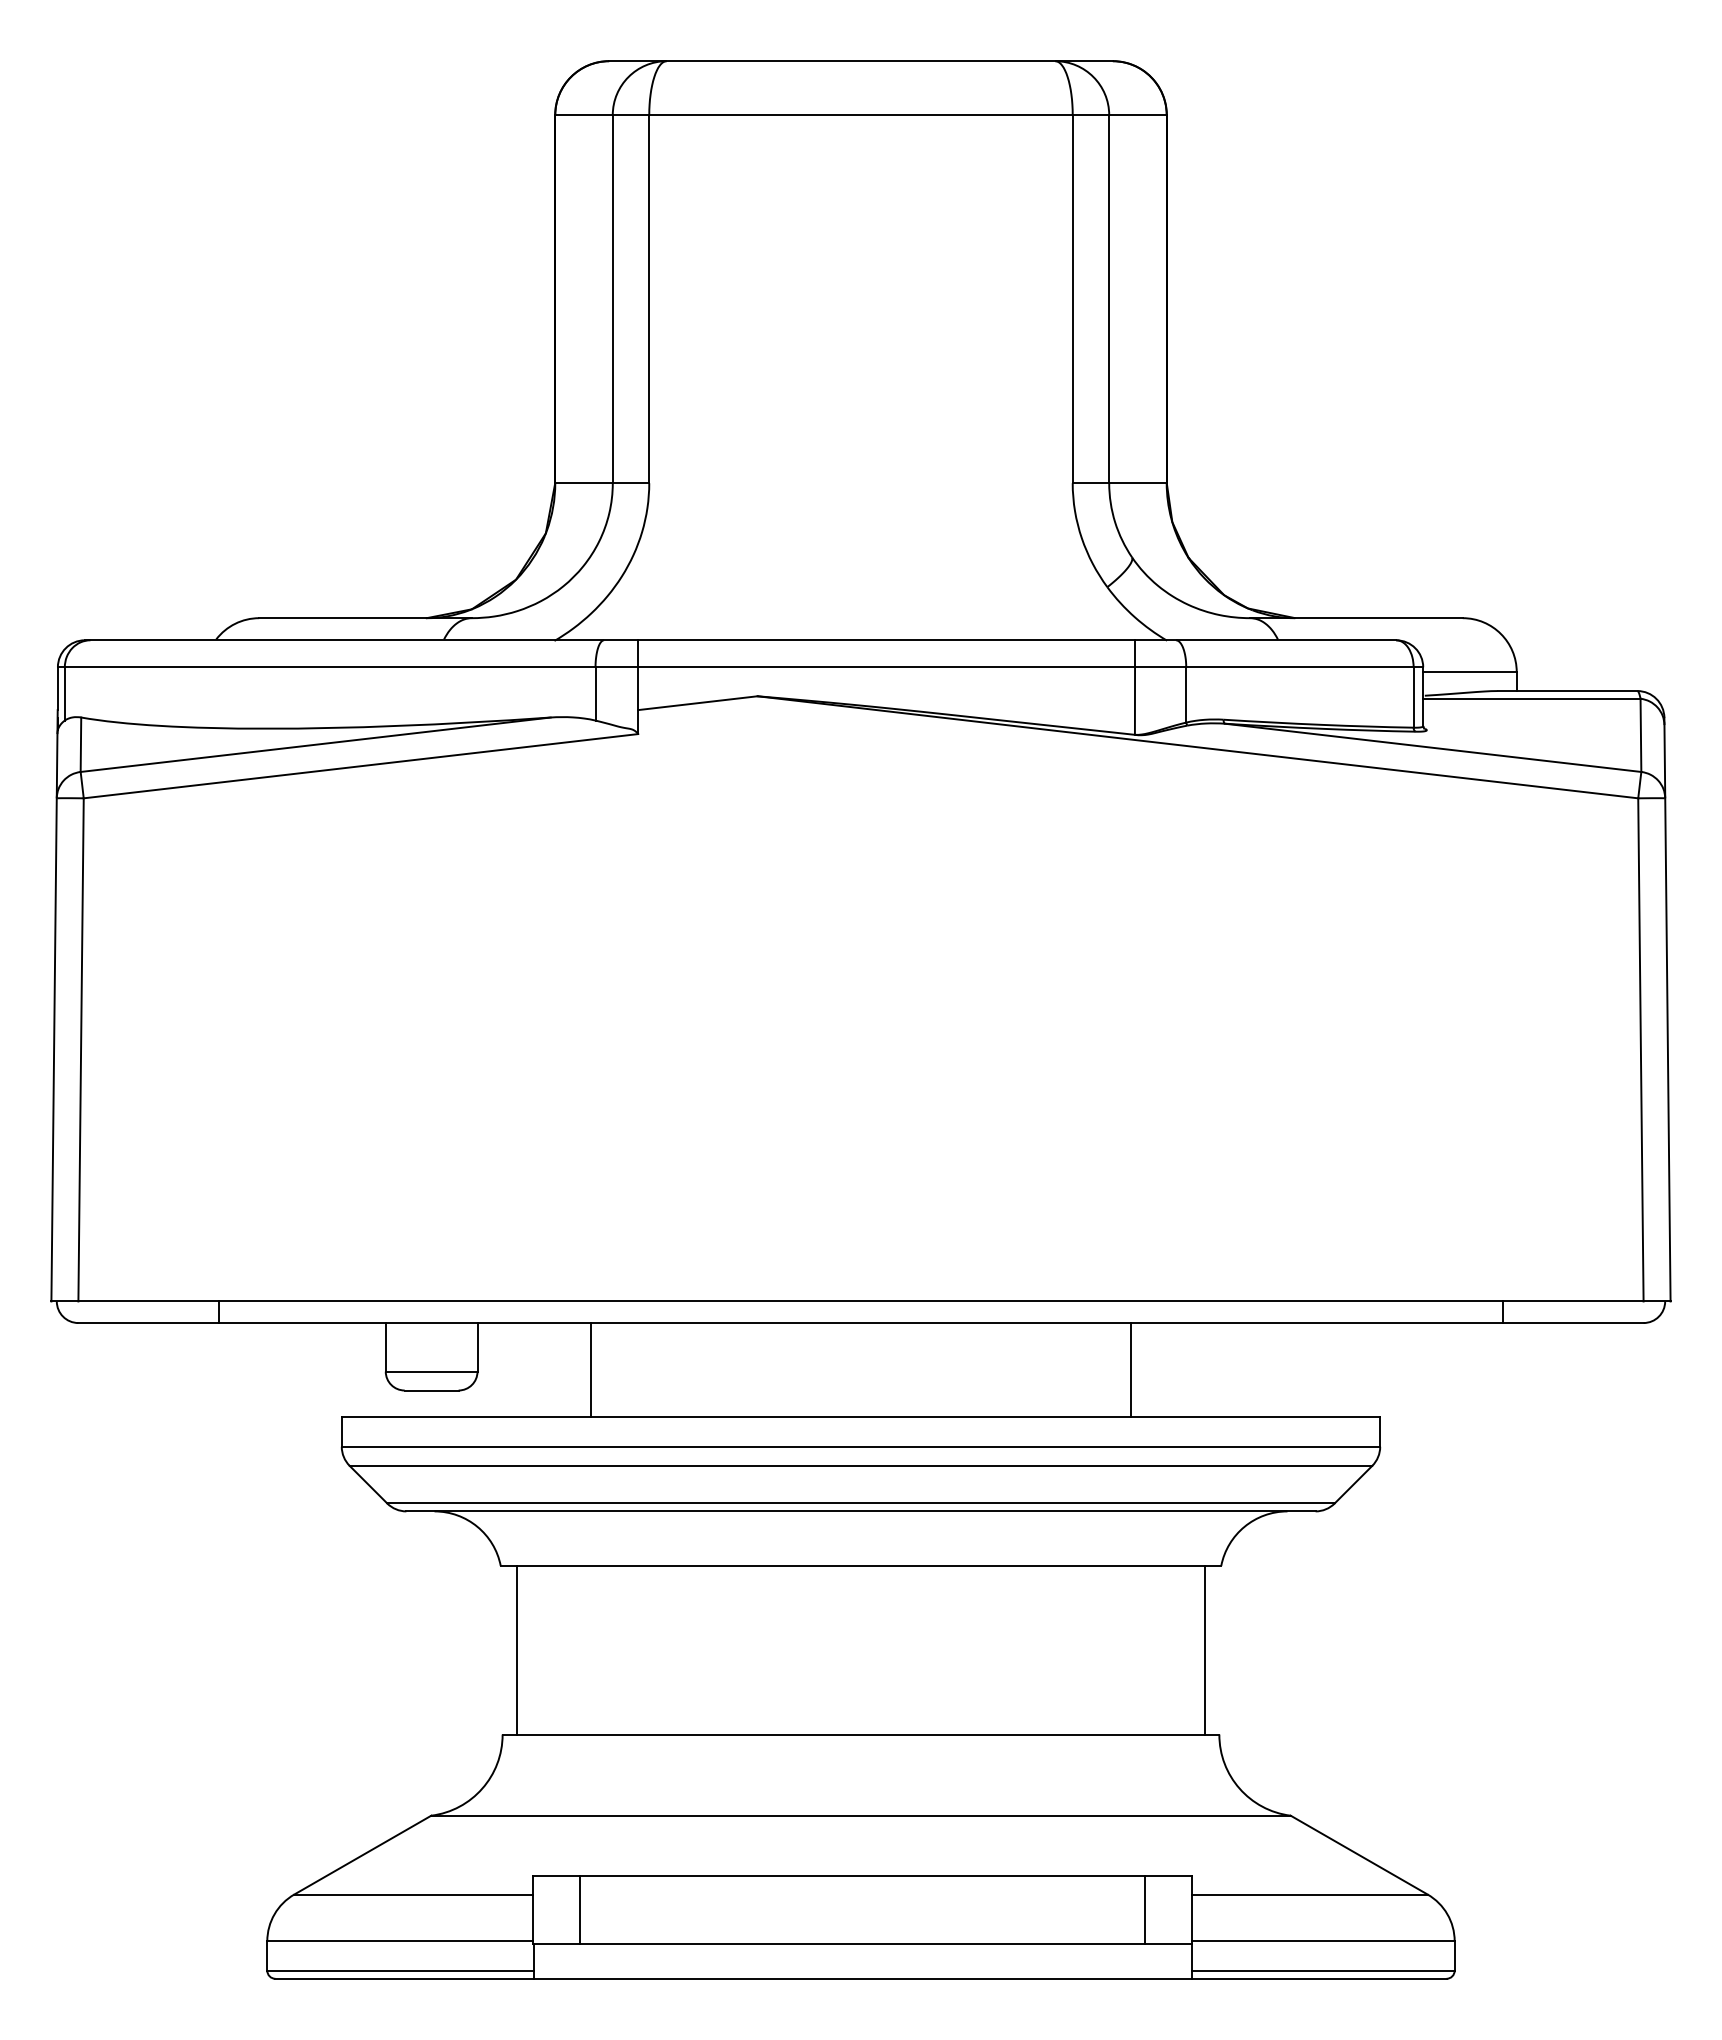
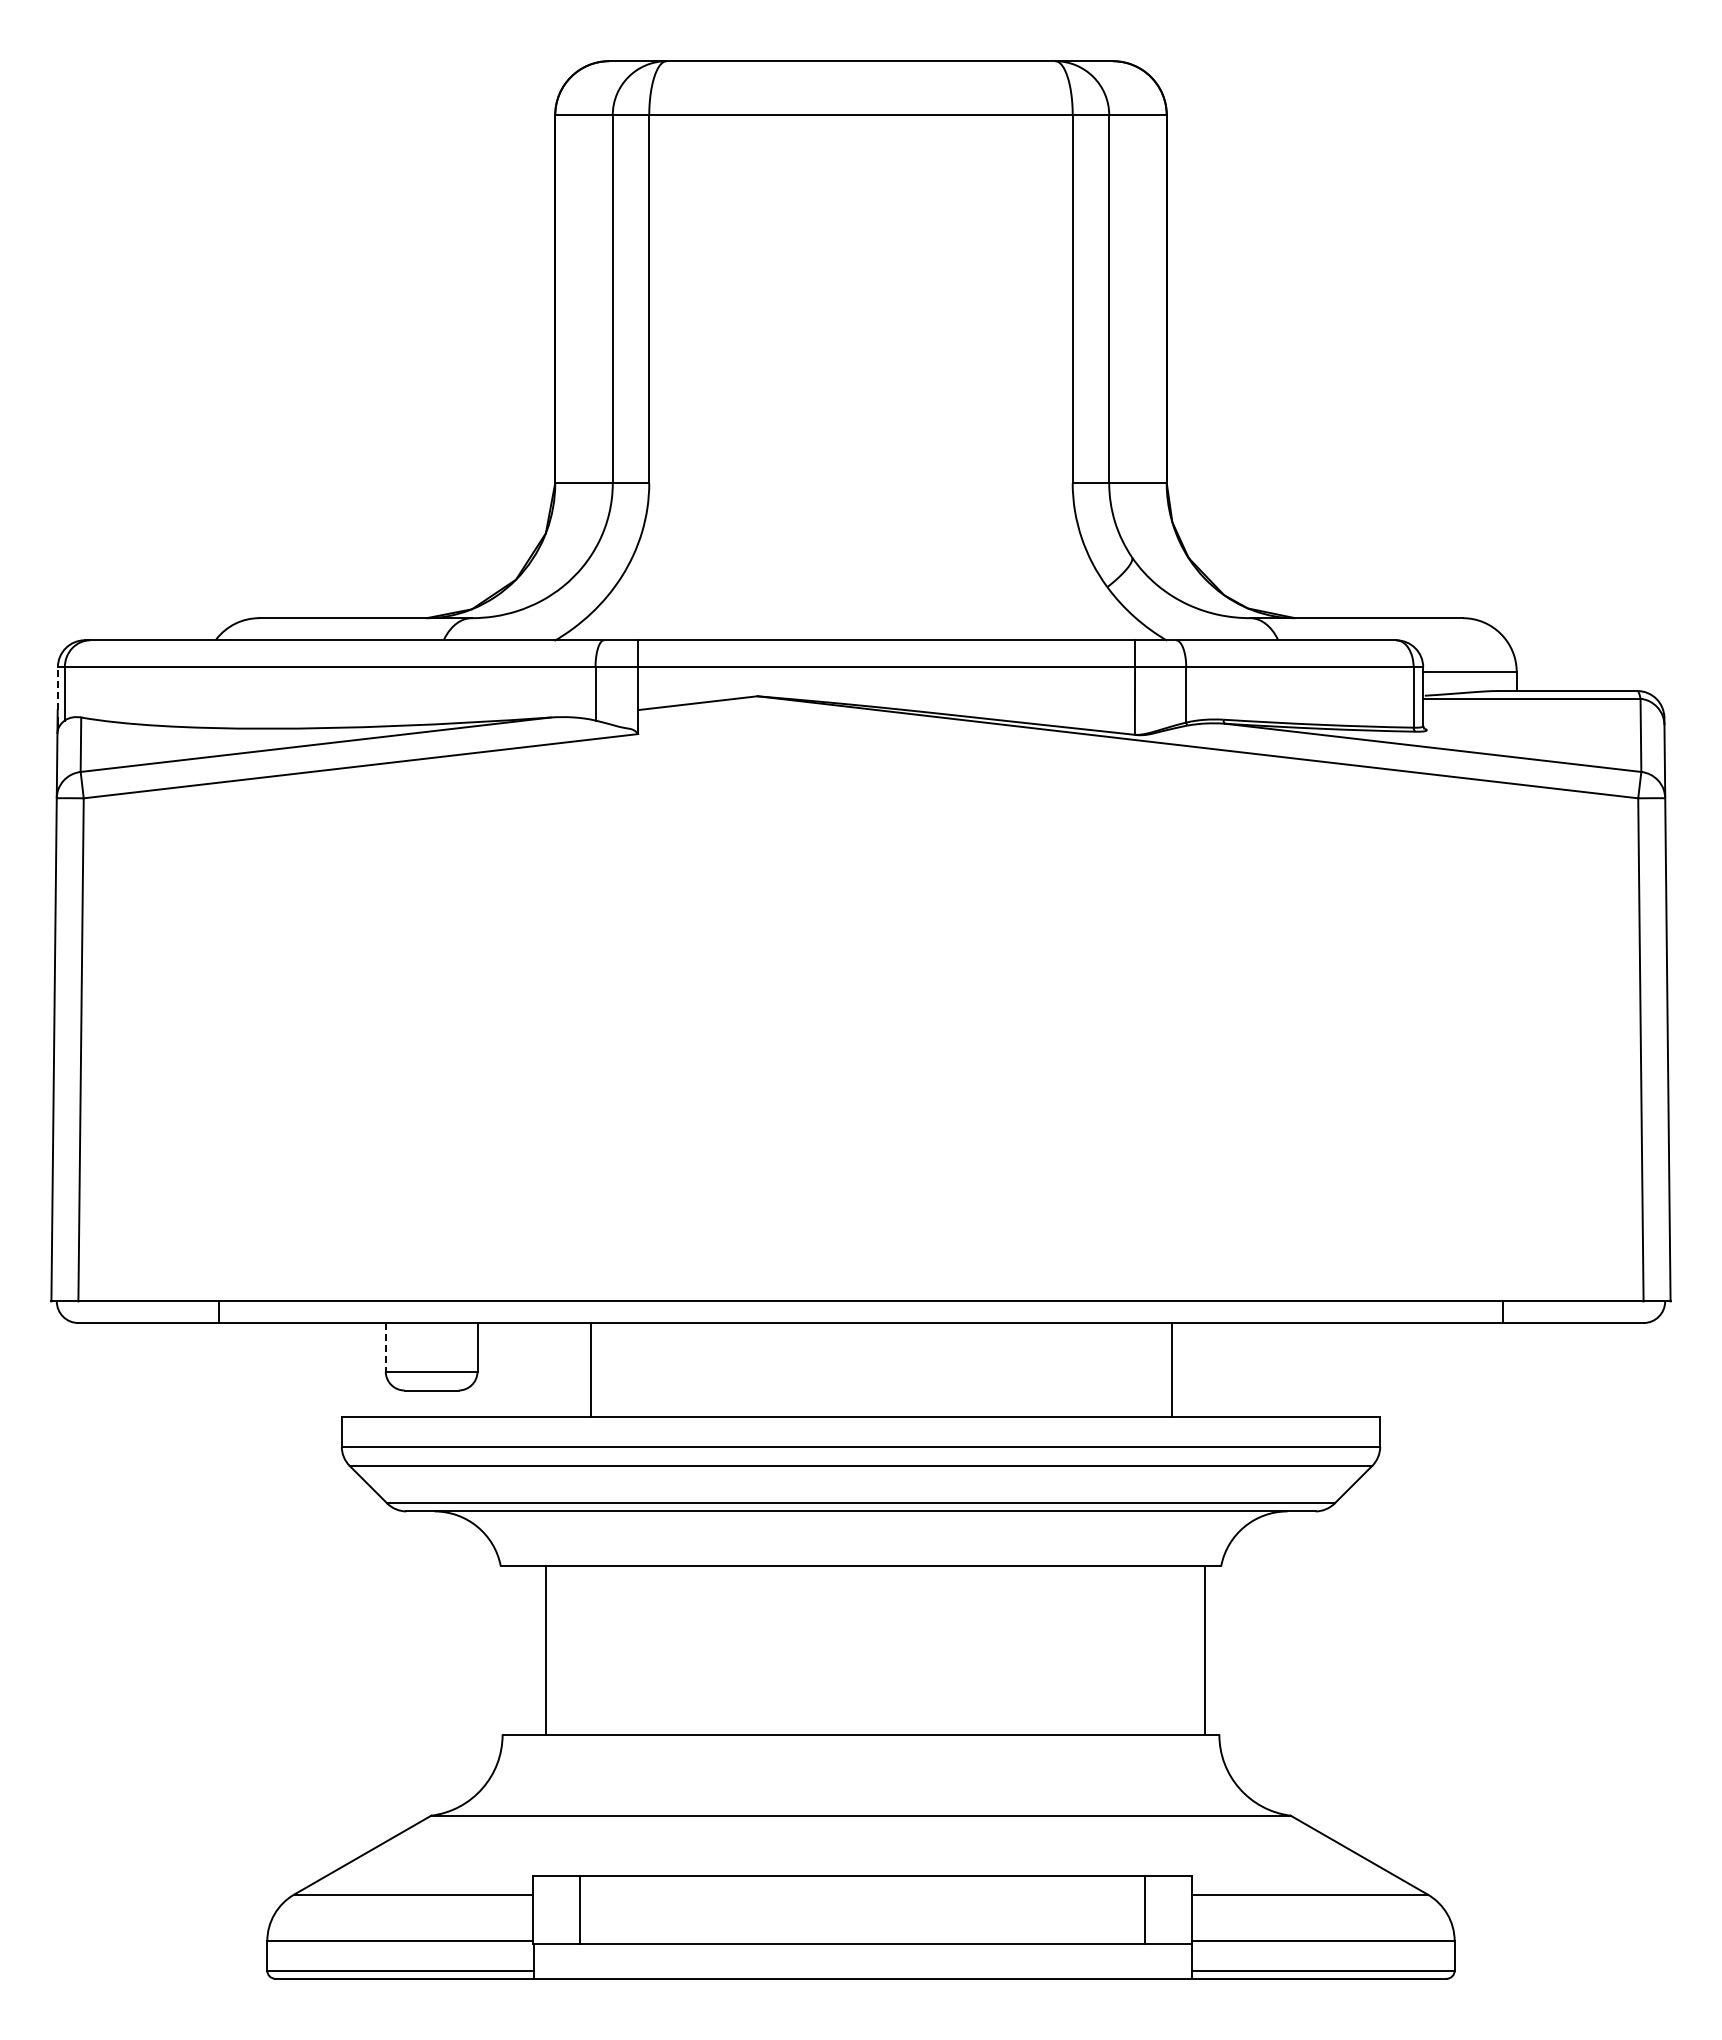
line at (57, 688): solid -> dashed
line at (385, 1347): solid -> dashed
line at (1130, 1370) position: (1130, 1370) -> (1171, 1370)
line at (517, 1649) position: (517, 1649) -> (546, 1649)
